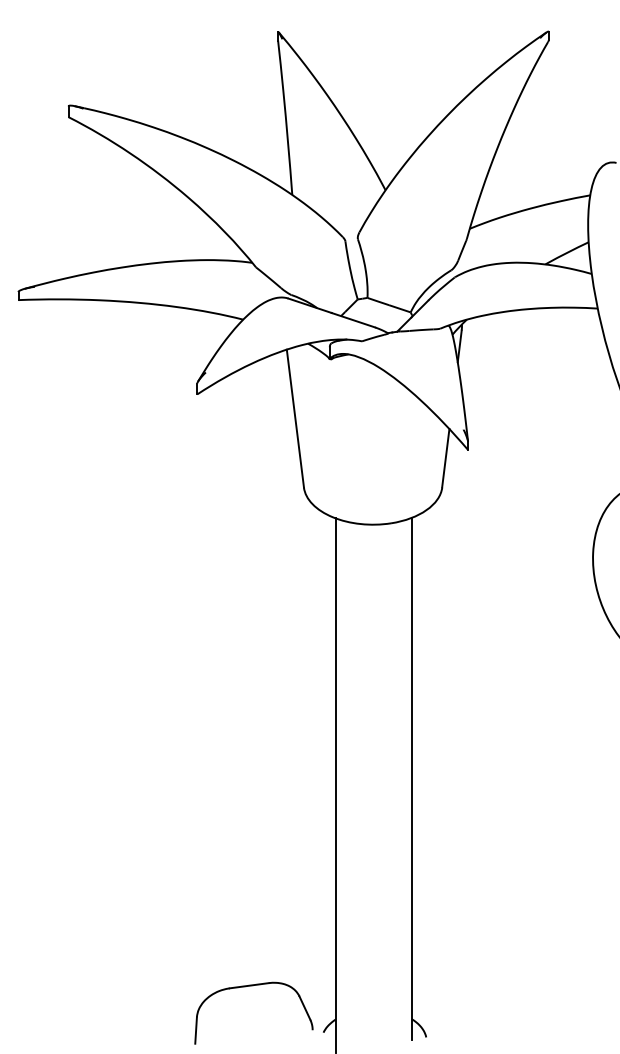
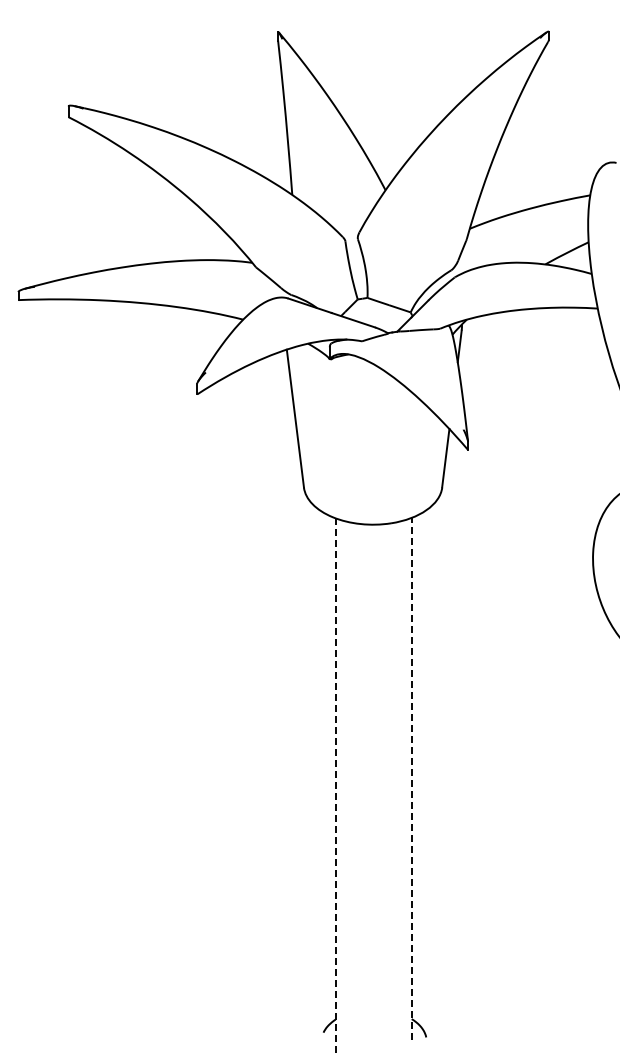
line at (411, 778): solid -> dashed
line at (335, 785): solid -> dashed
part at (253, 986): present -> none
